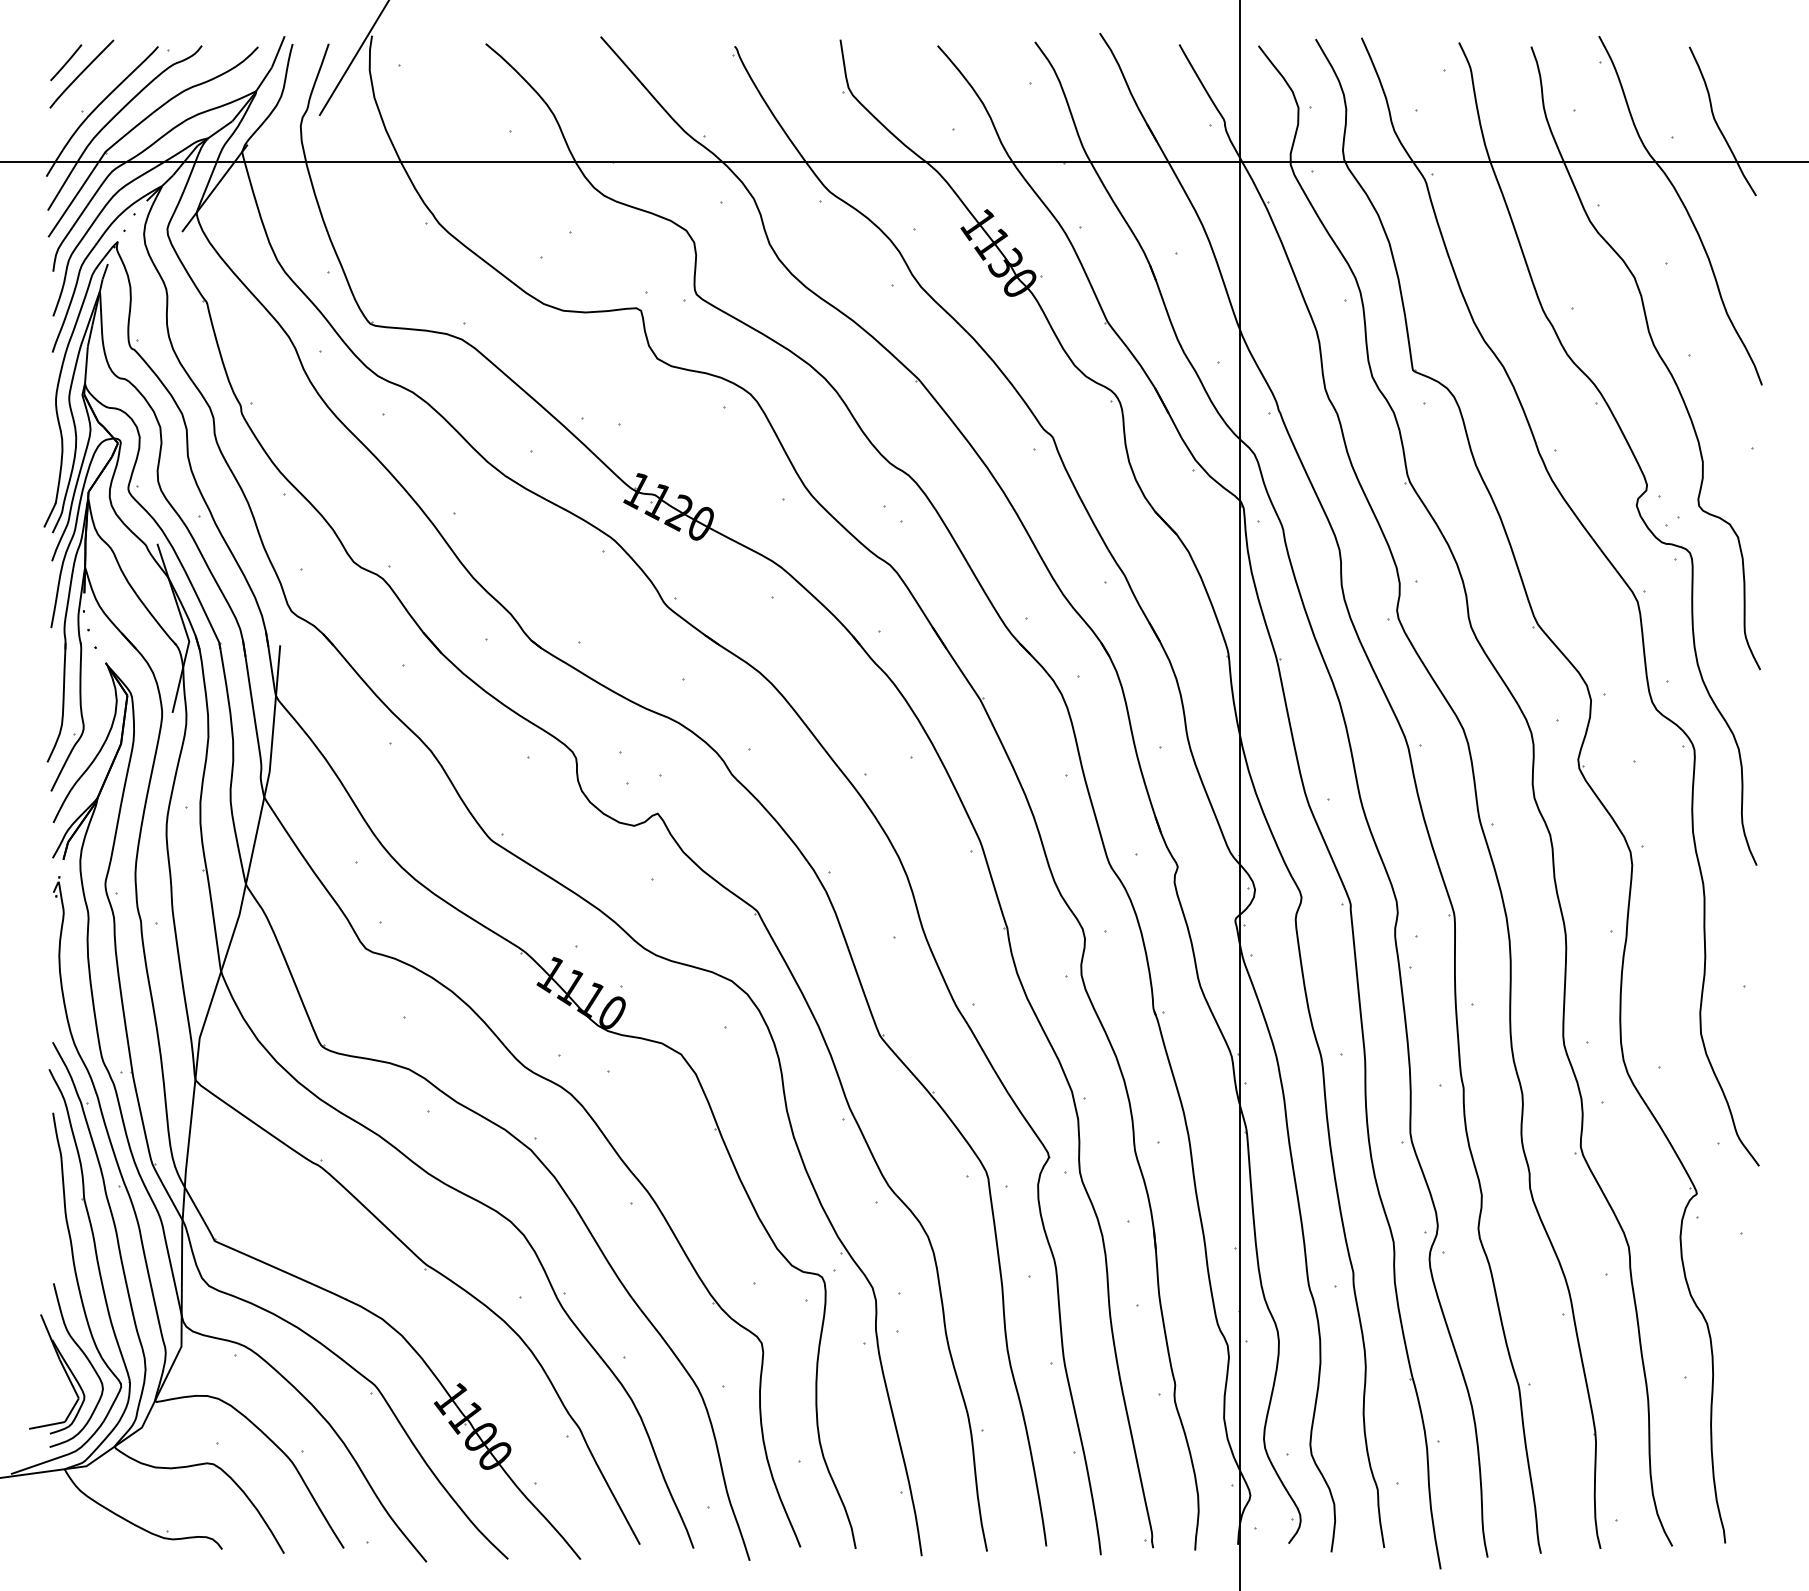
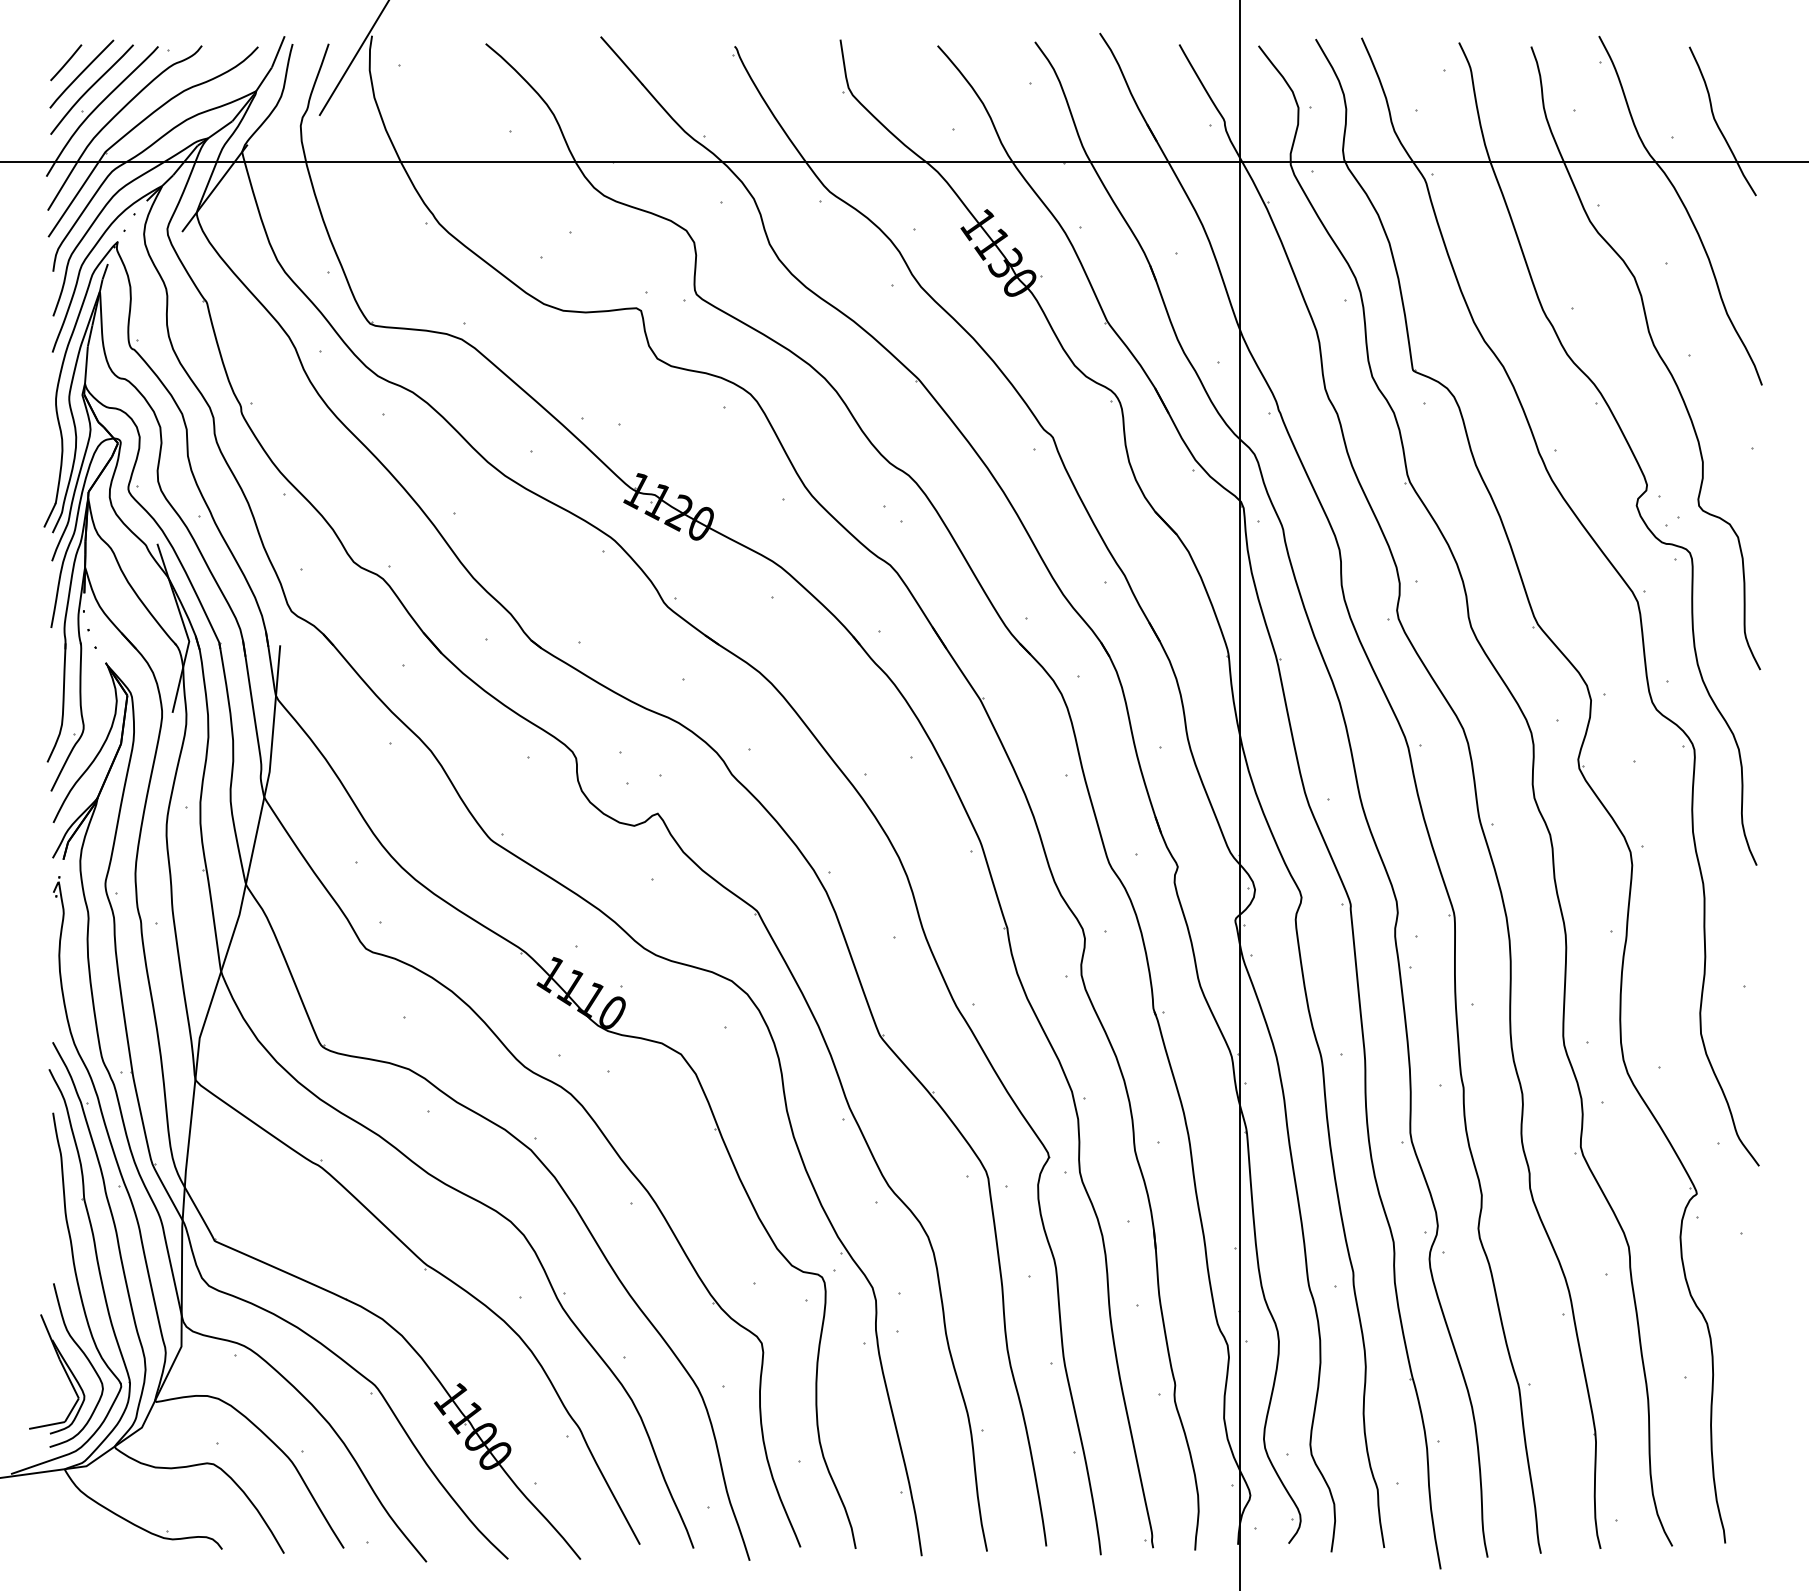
curve at (91, 88): none -> present
